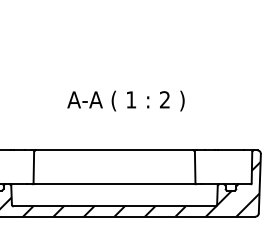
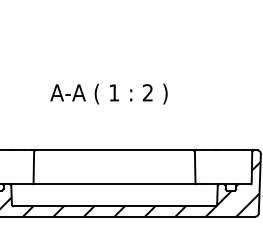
text at (125, 100) position: (125, 100) -> (108, 93)
